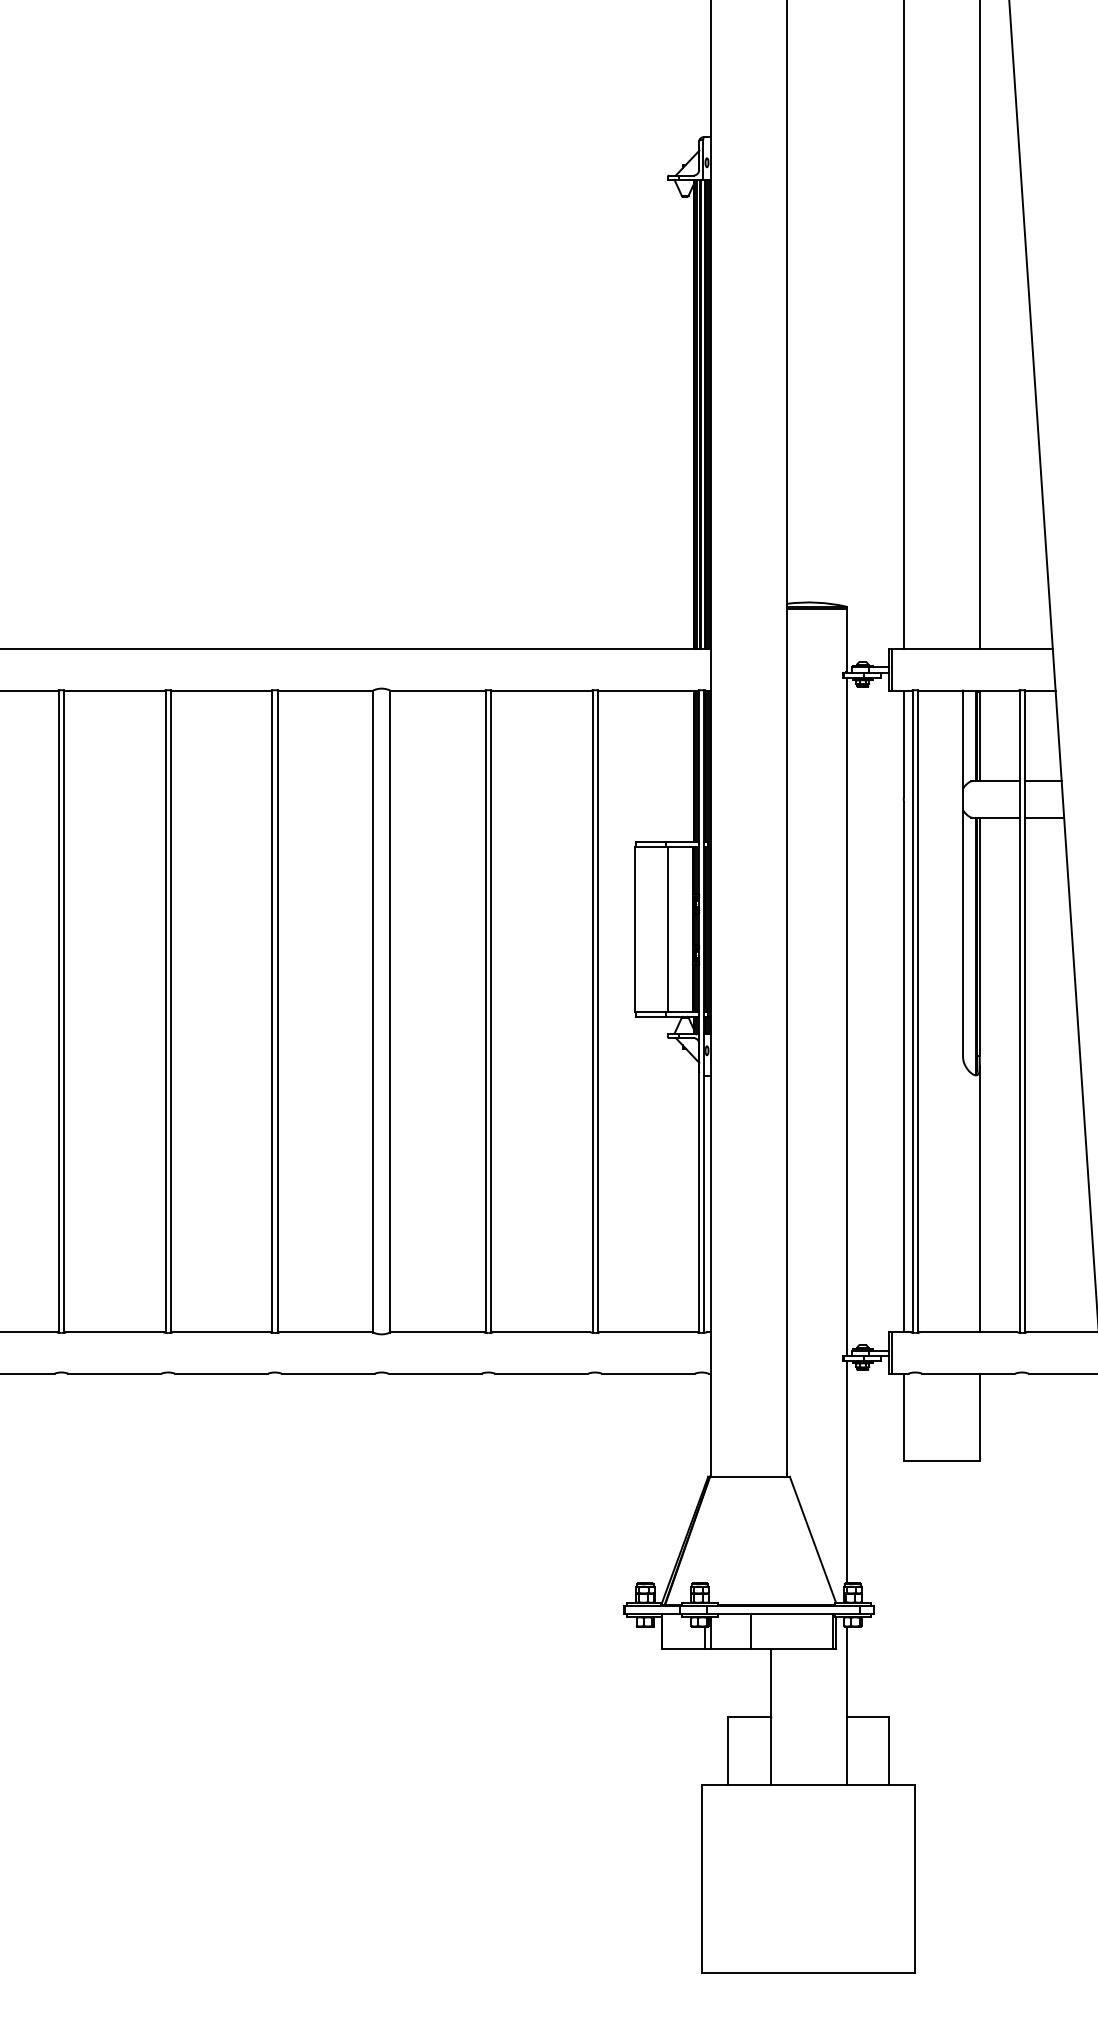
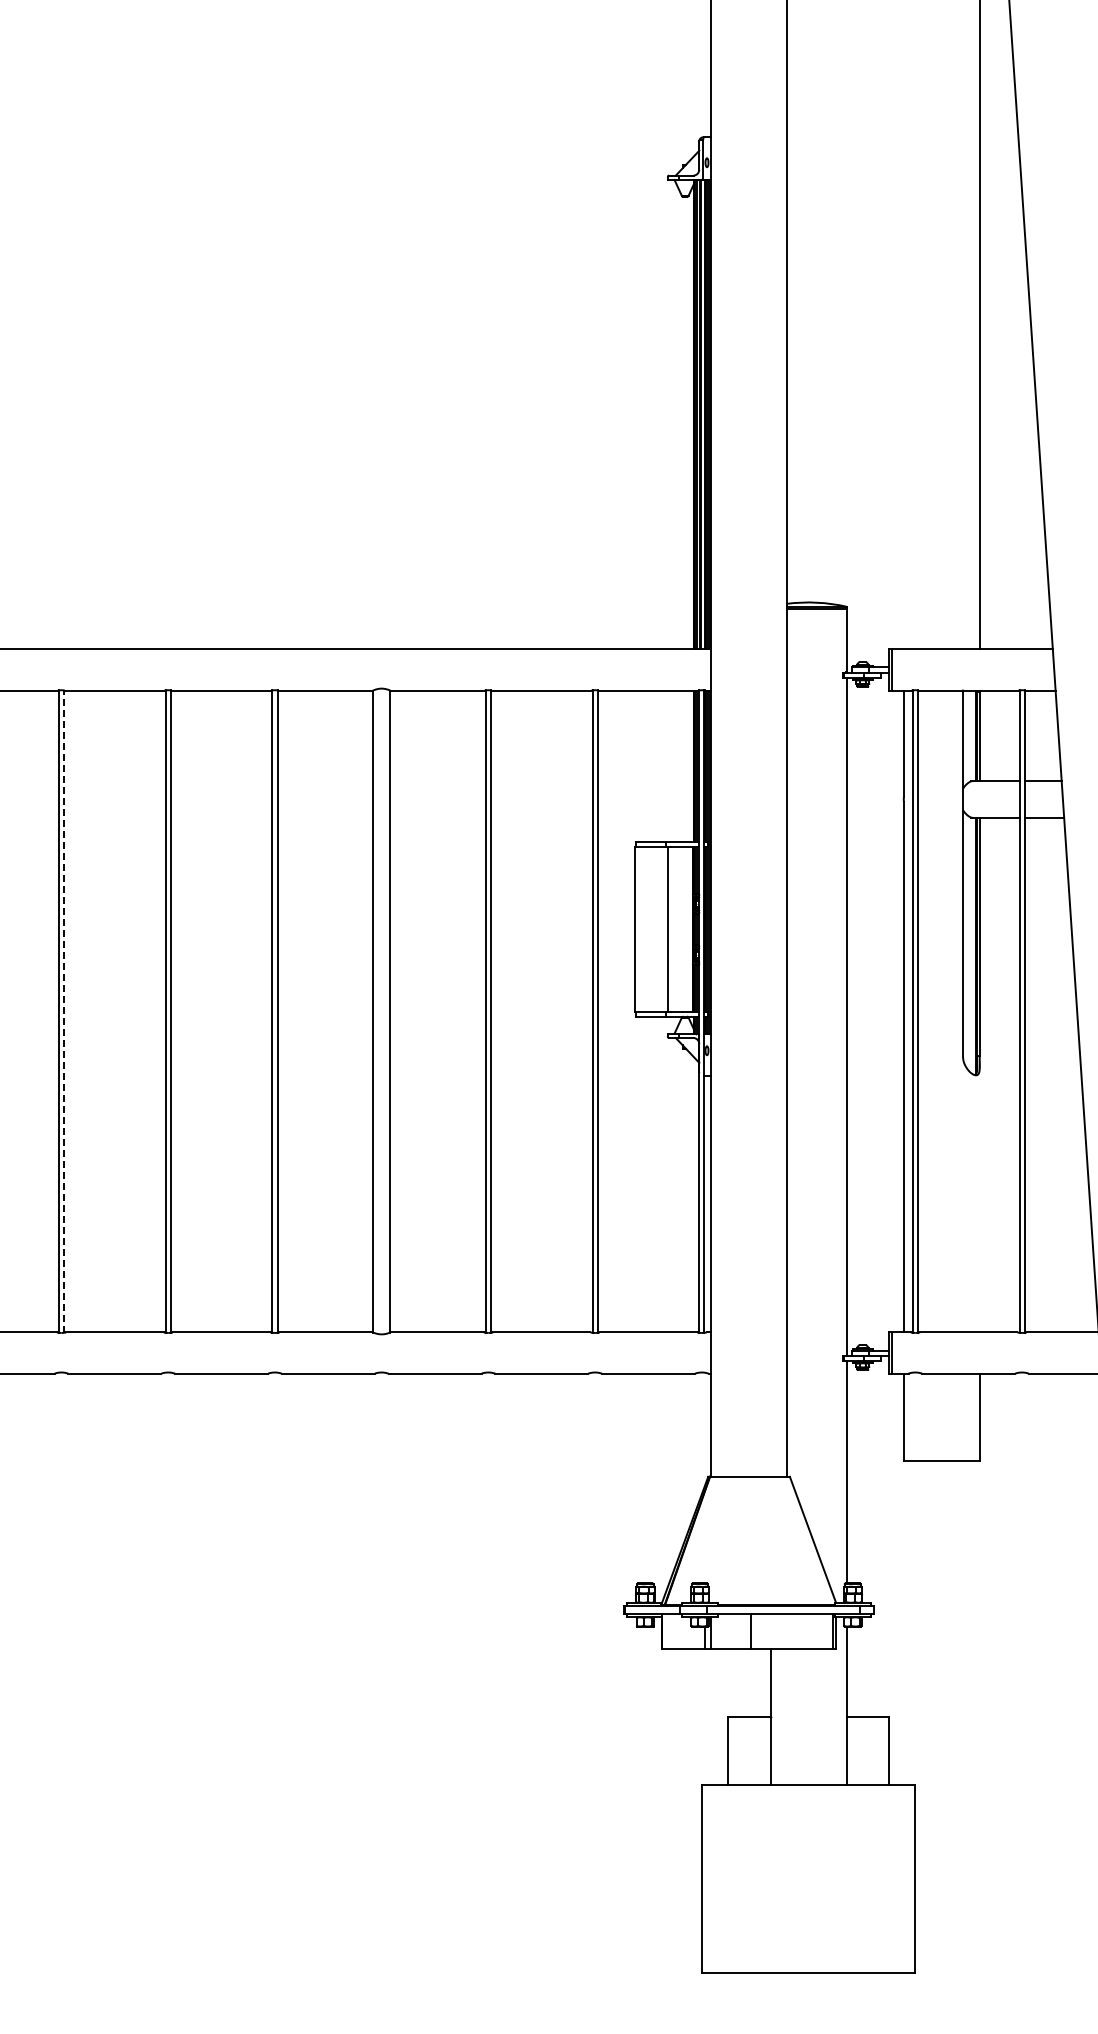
line at (903, 325): present -> none
line at (64, 1011): solid -> dashed
line at (979, 1198): present -> none
